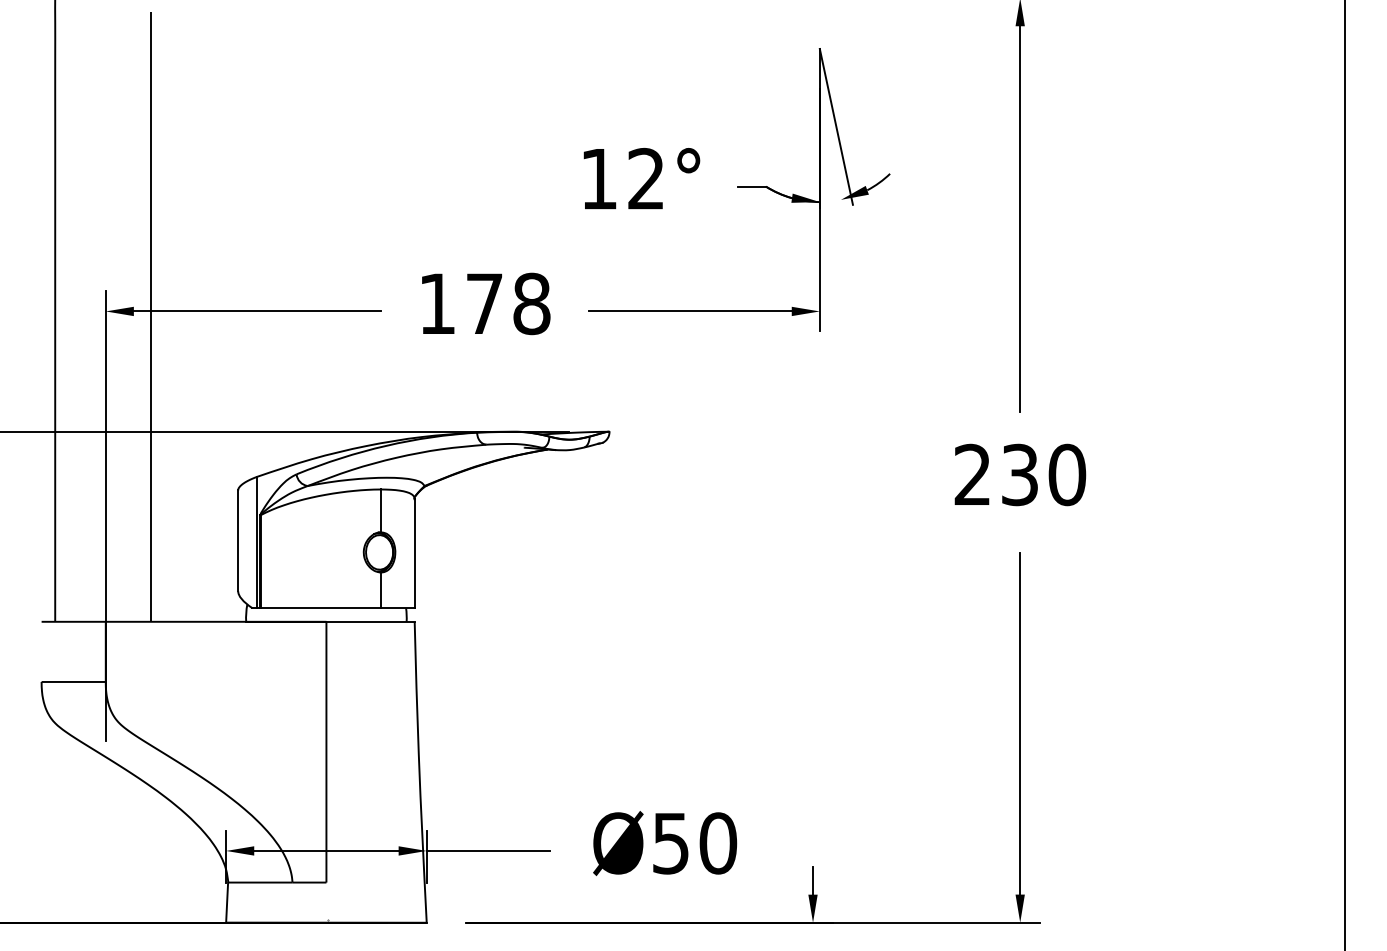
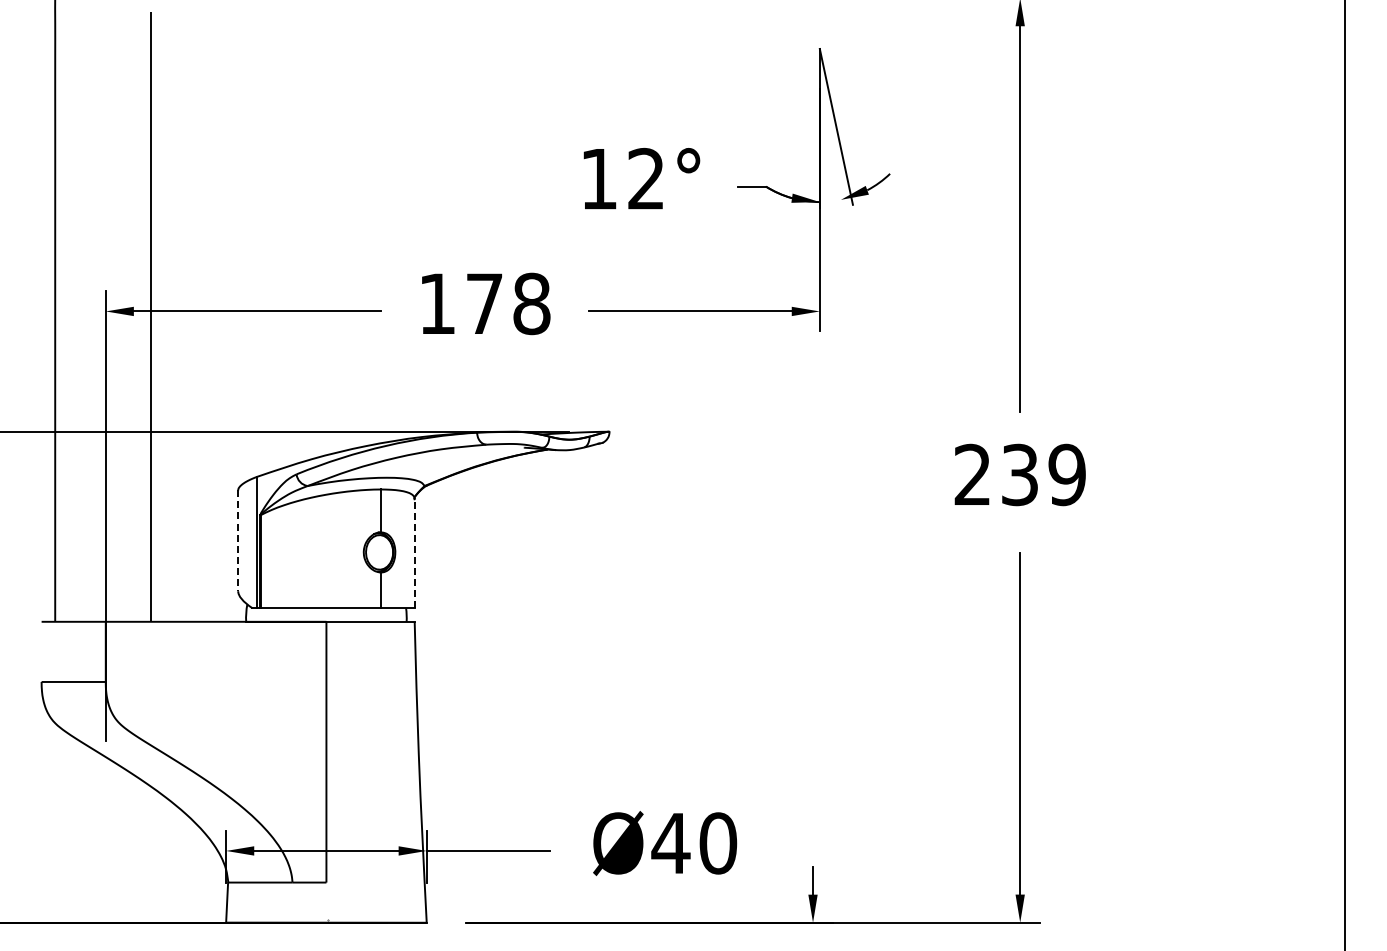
text at (1067, 475): 230 -> 239
line at (238, 541): solid -> dashed
line at (414, 553): solid -> dashed
text at (670, 843): Ø50 -> Ø40
